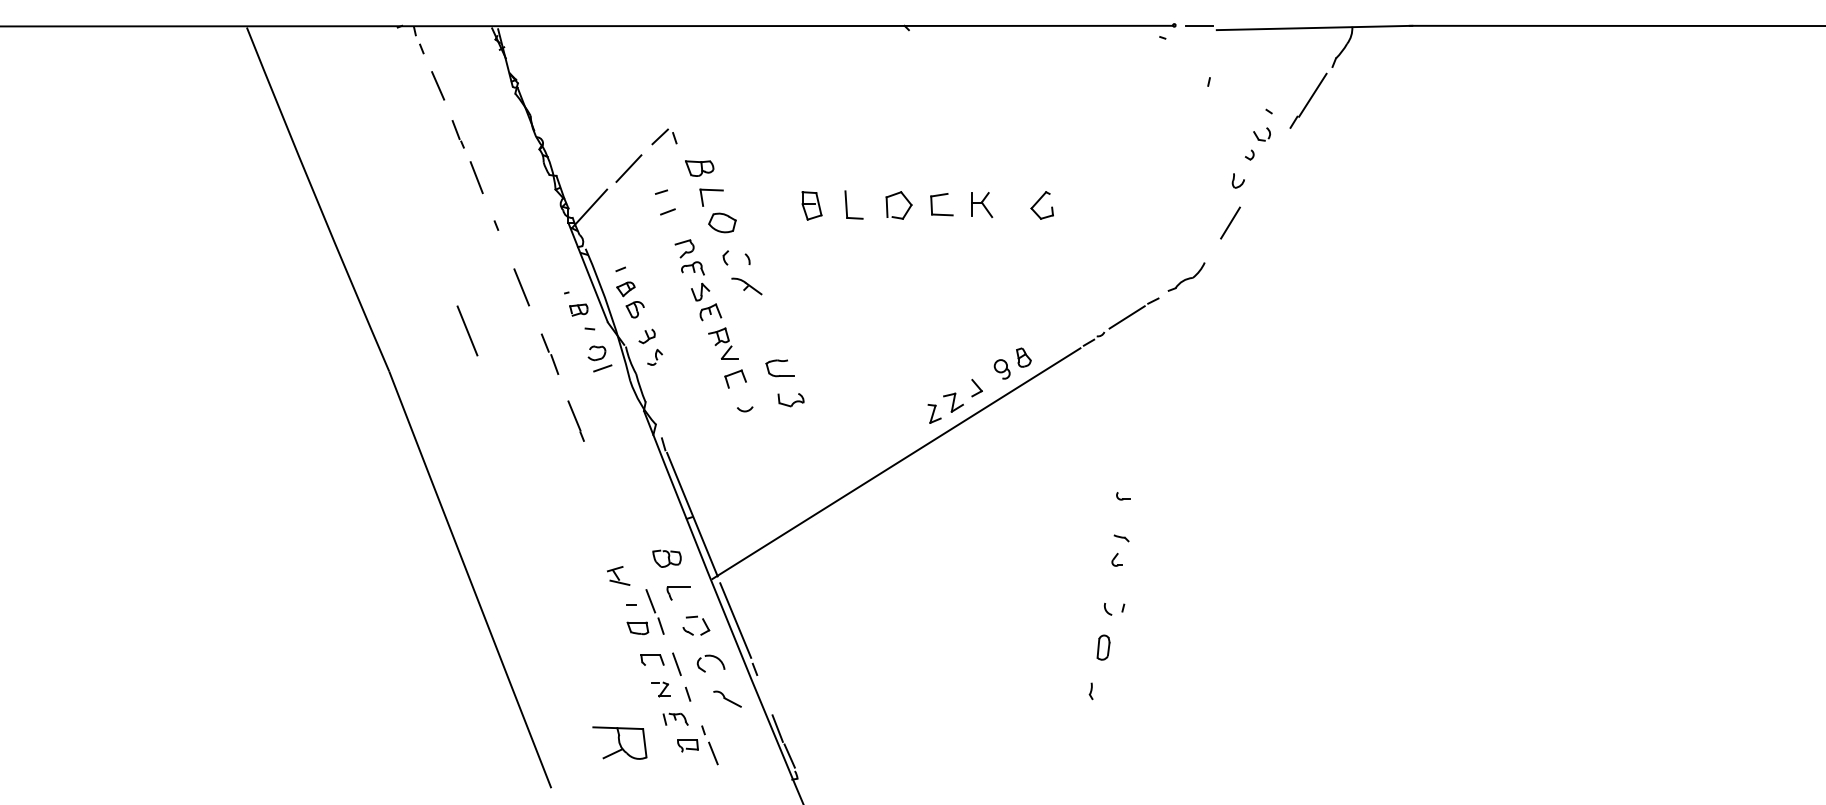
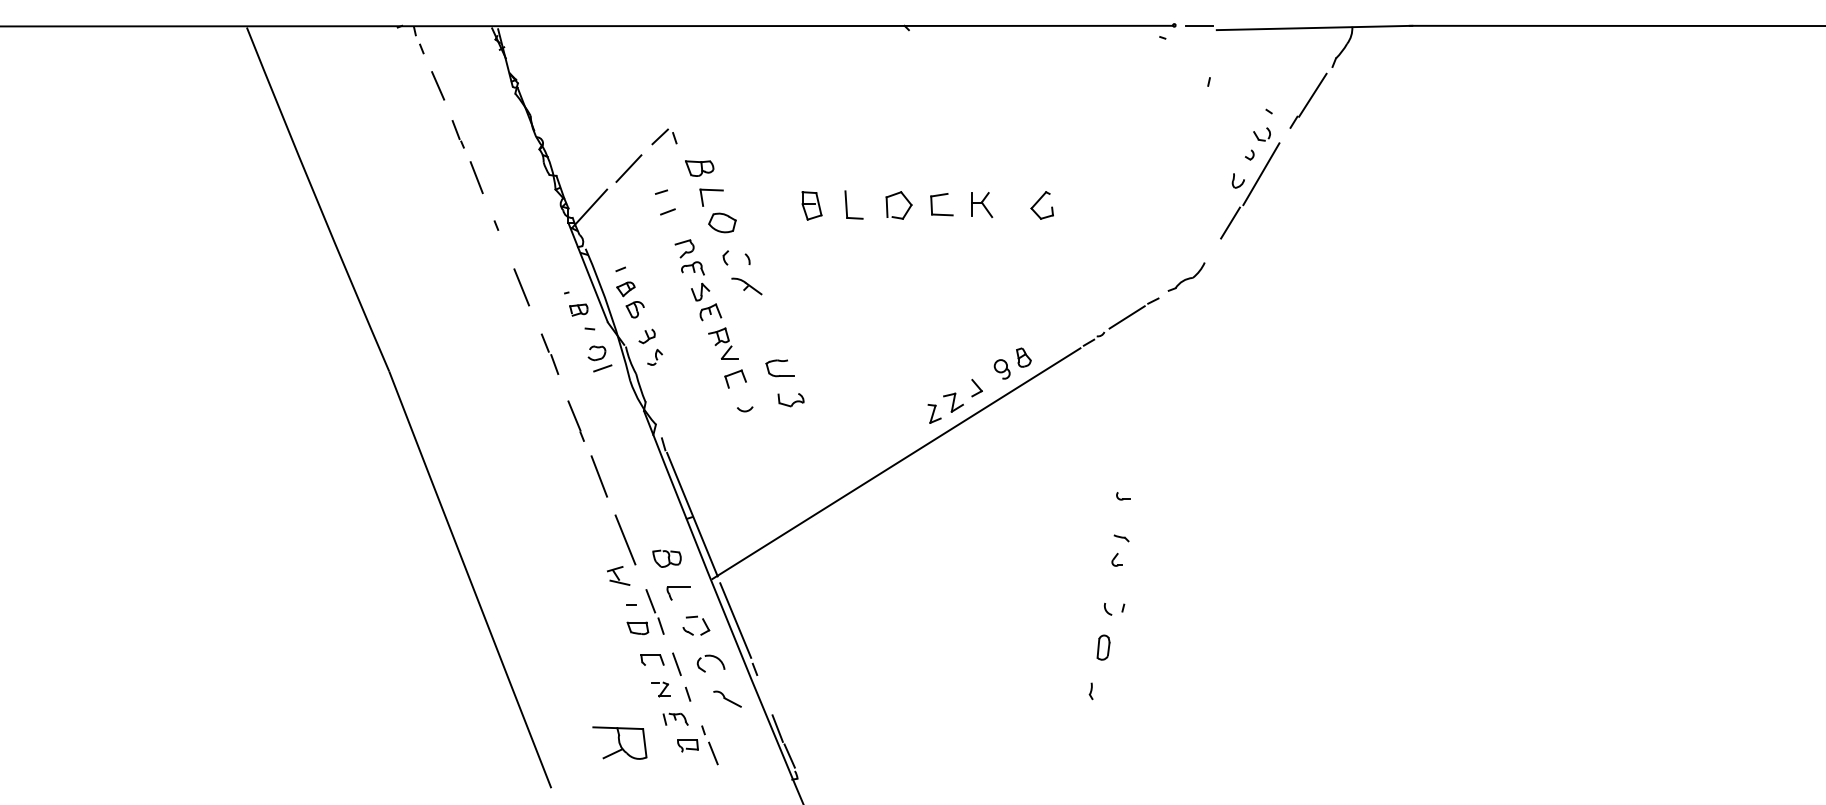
line at (1261, 174): none -> present
line at (467, 330) position: (467, 330) -> (625, 539)
line at (599, 476): none -> present
